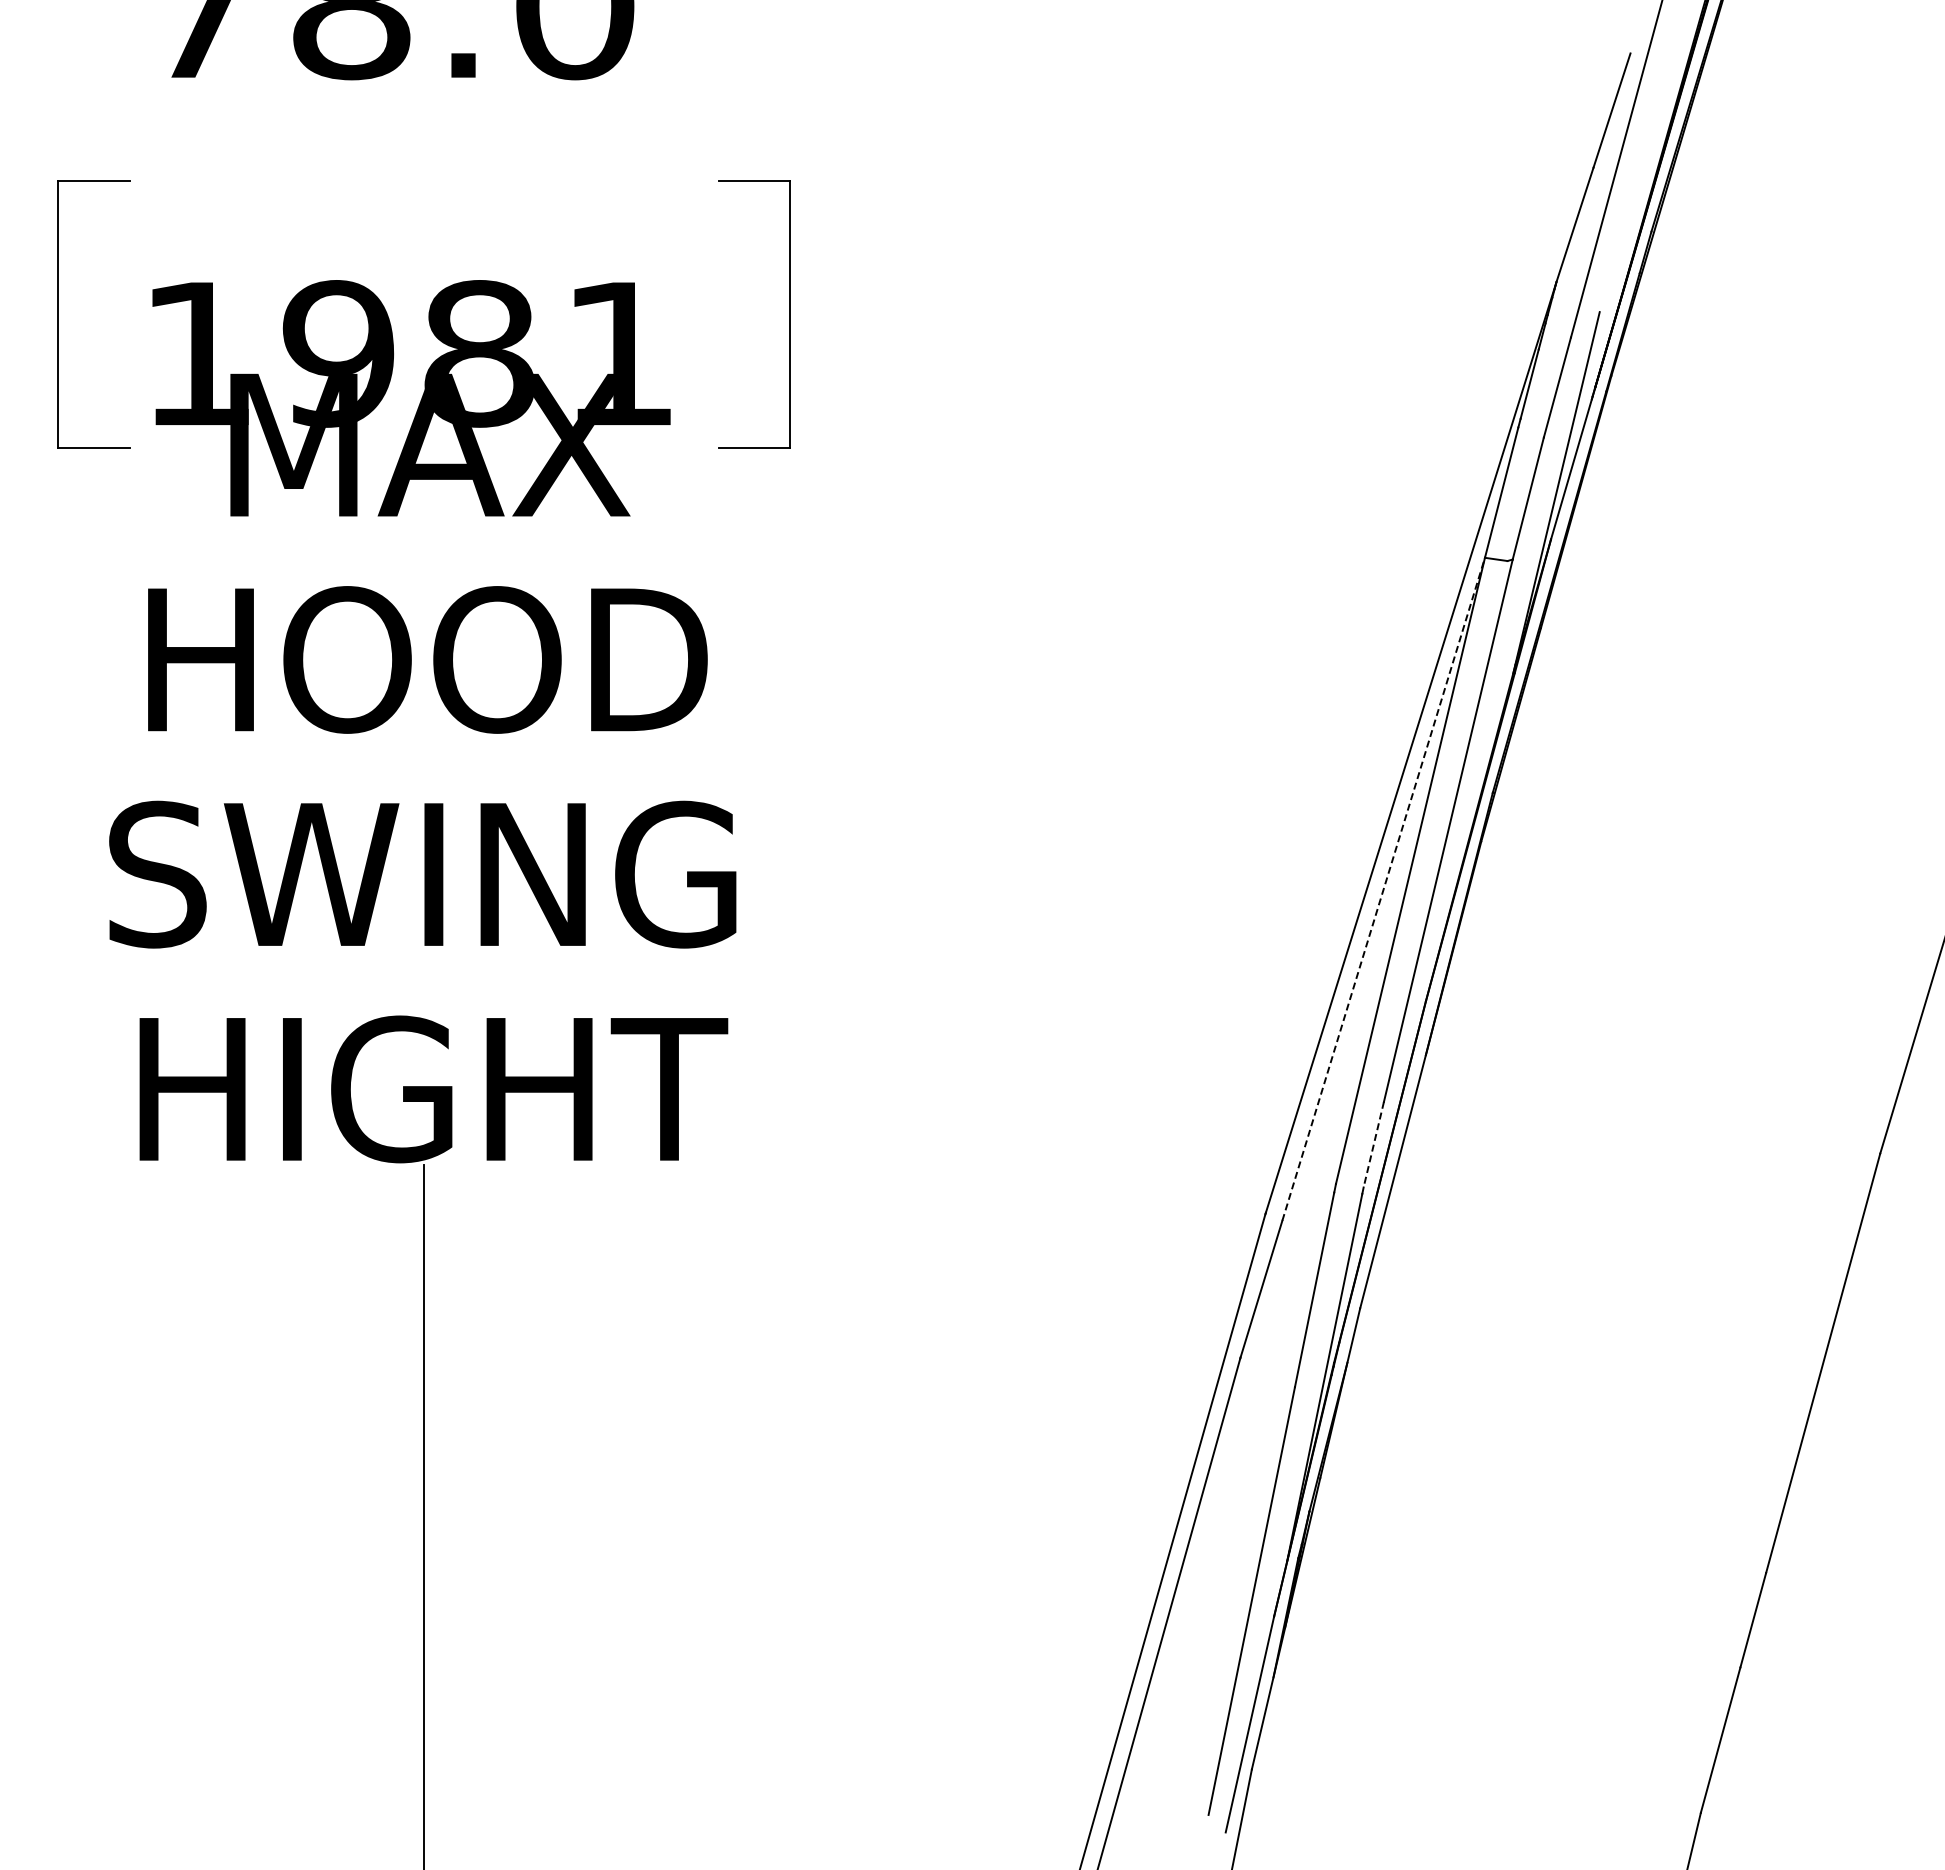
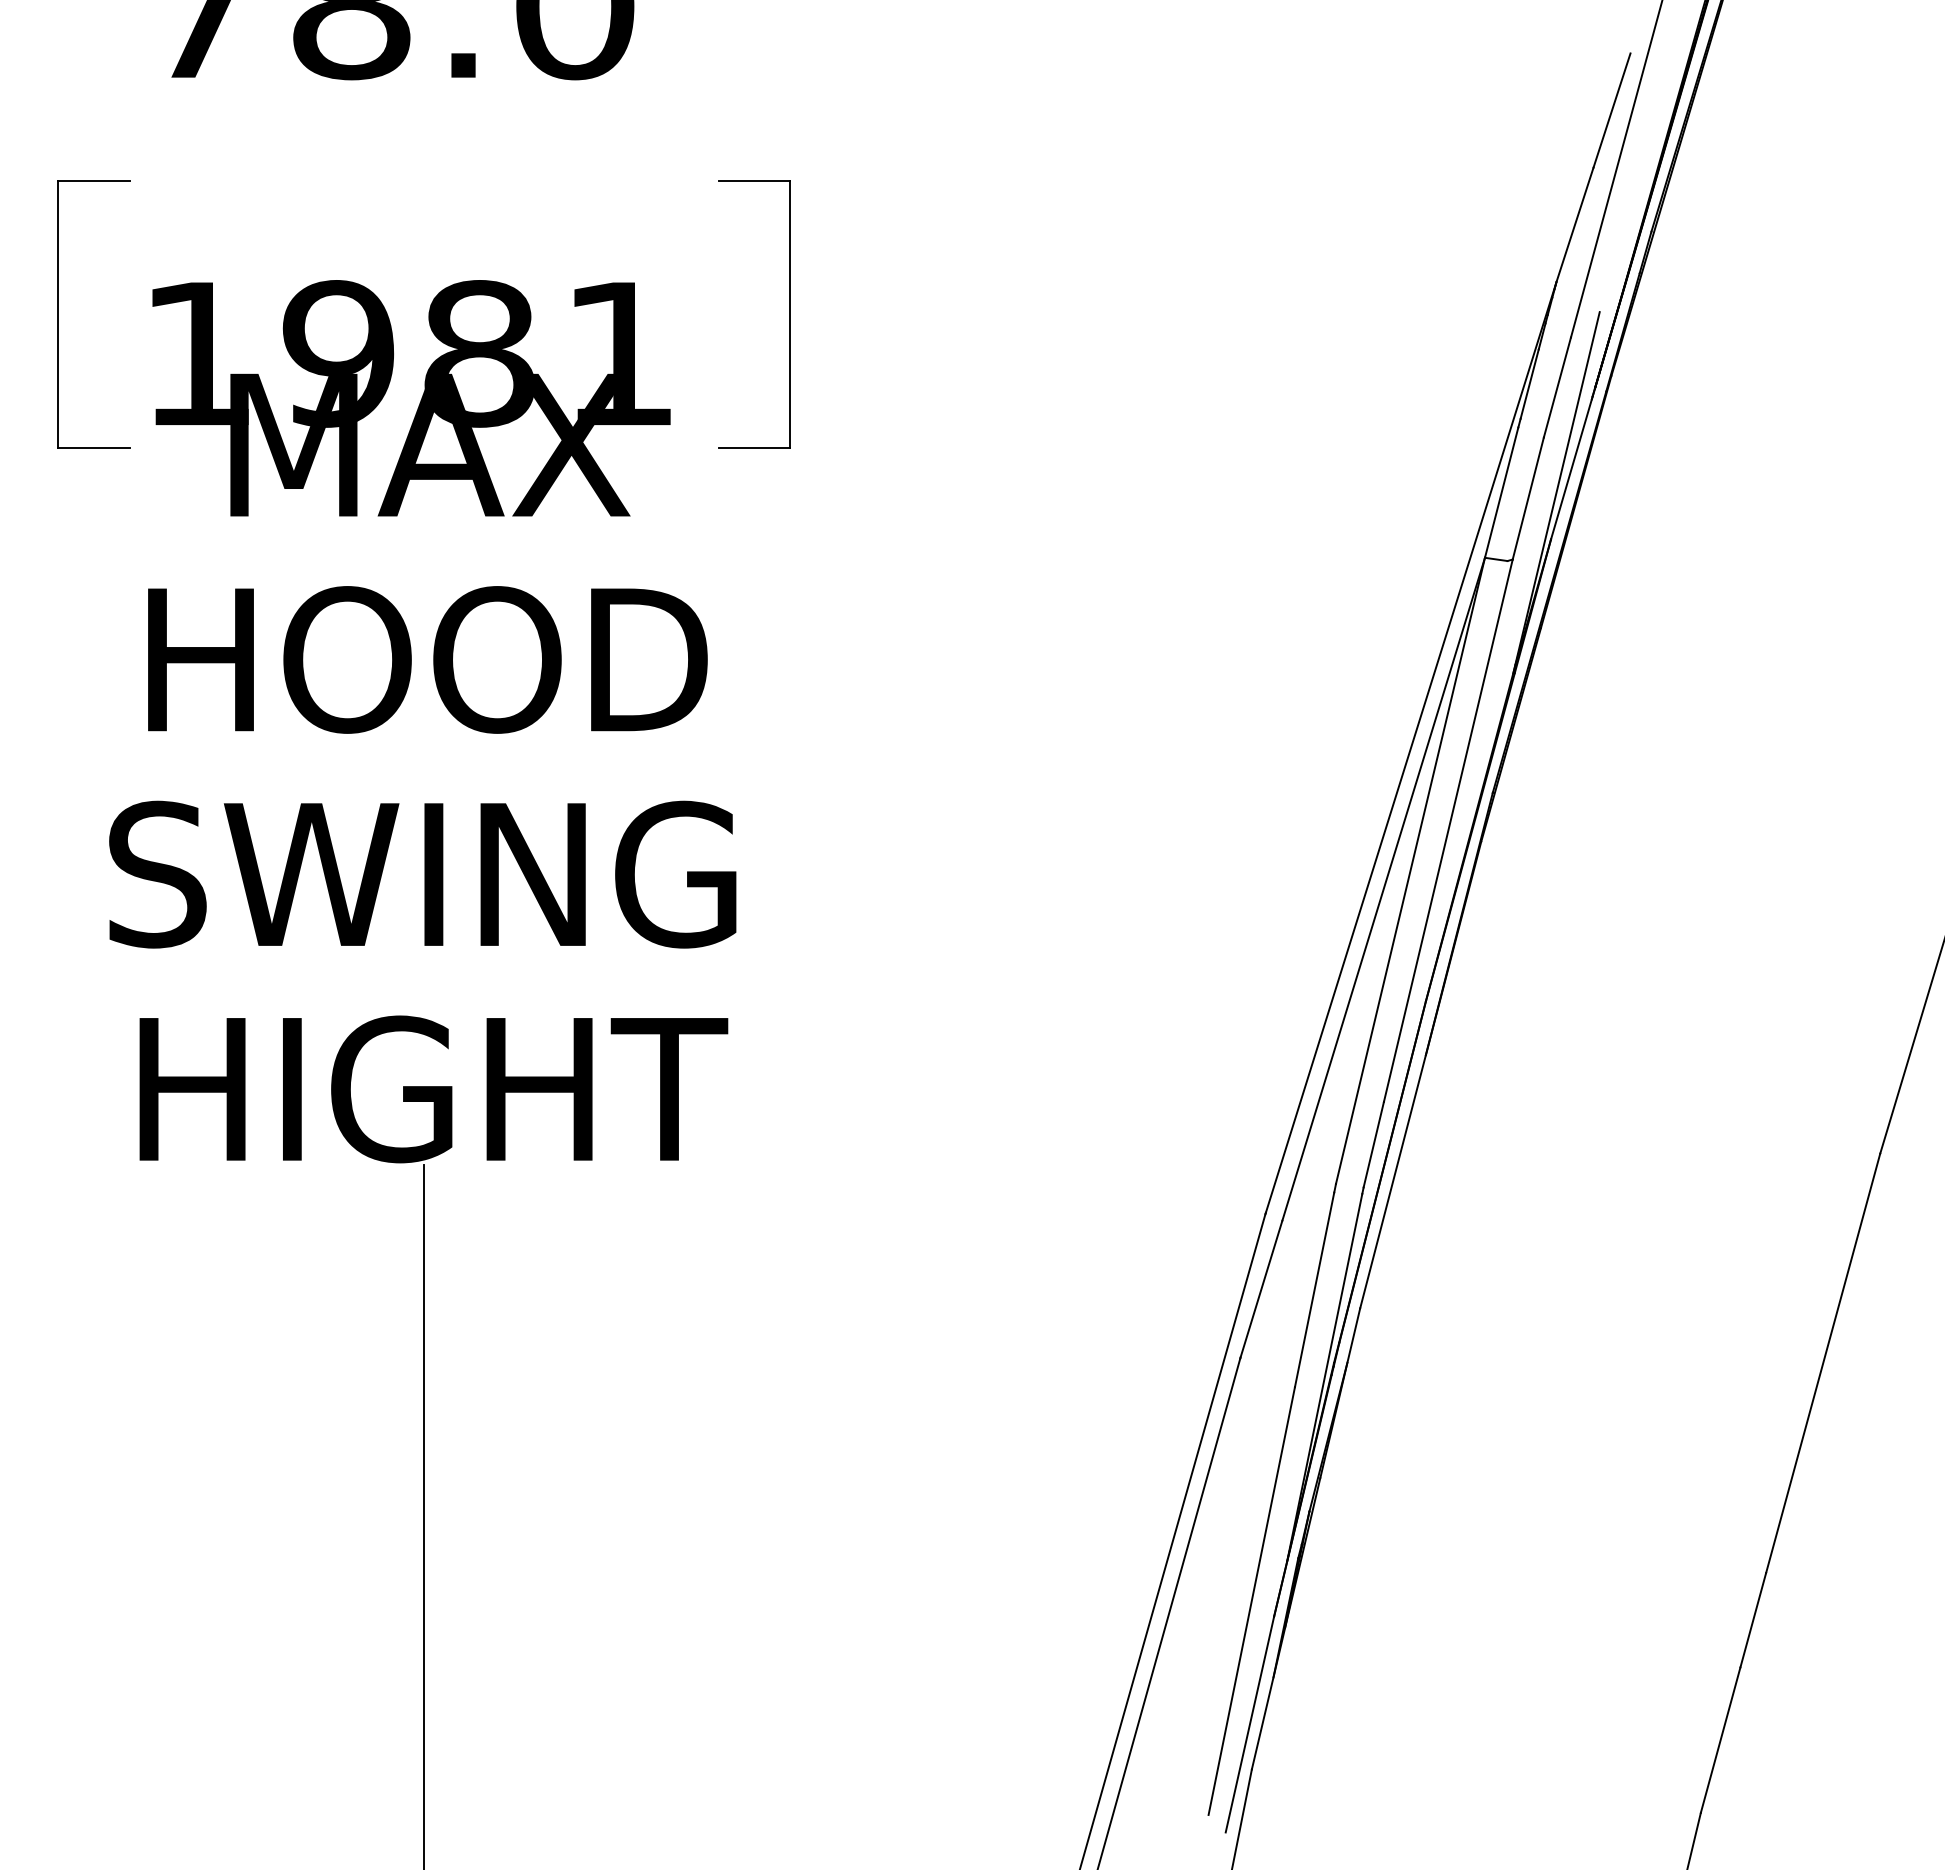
line at (1383, 889): dashed -> solid
line at (1373, 1144): dashed -> solid
